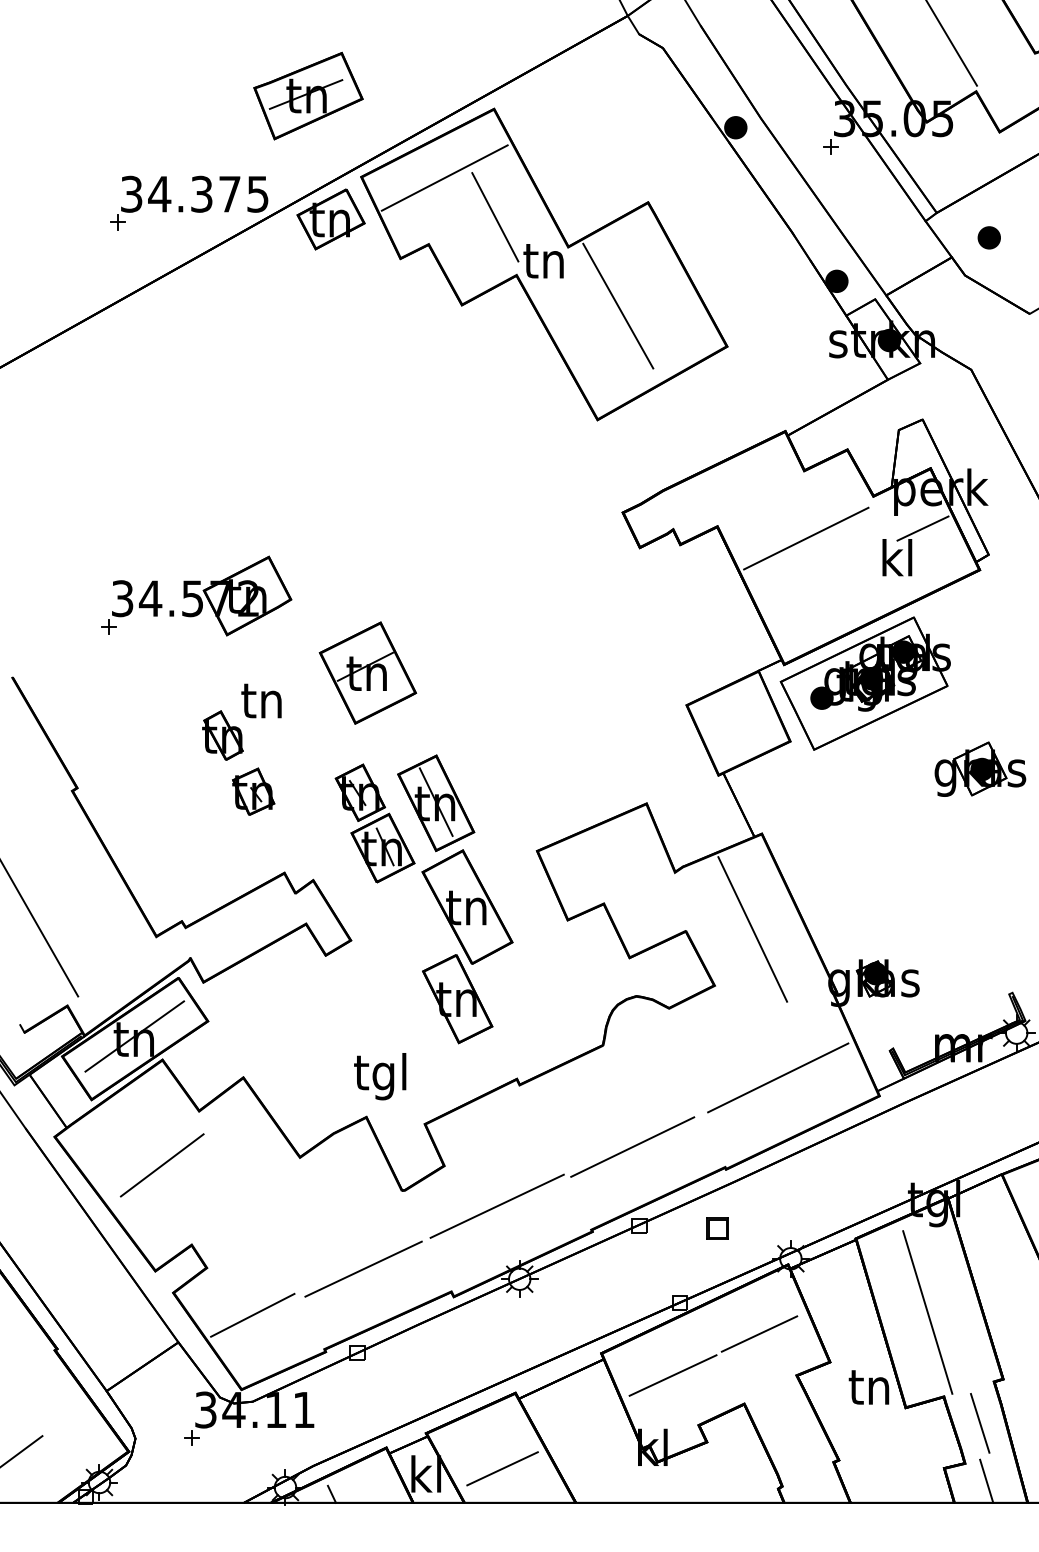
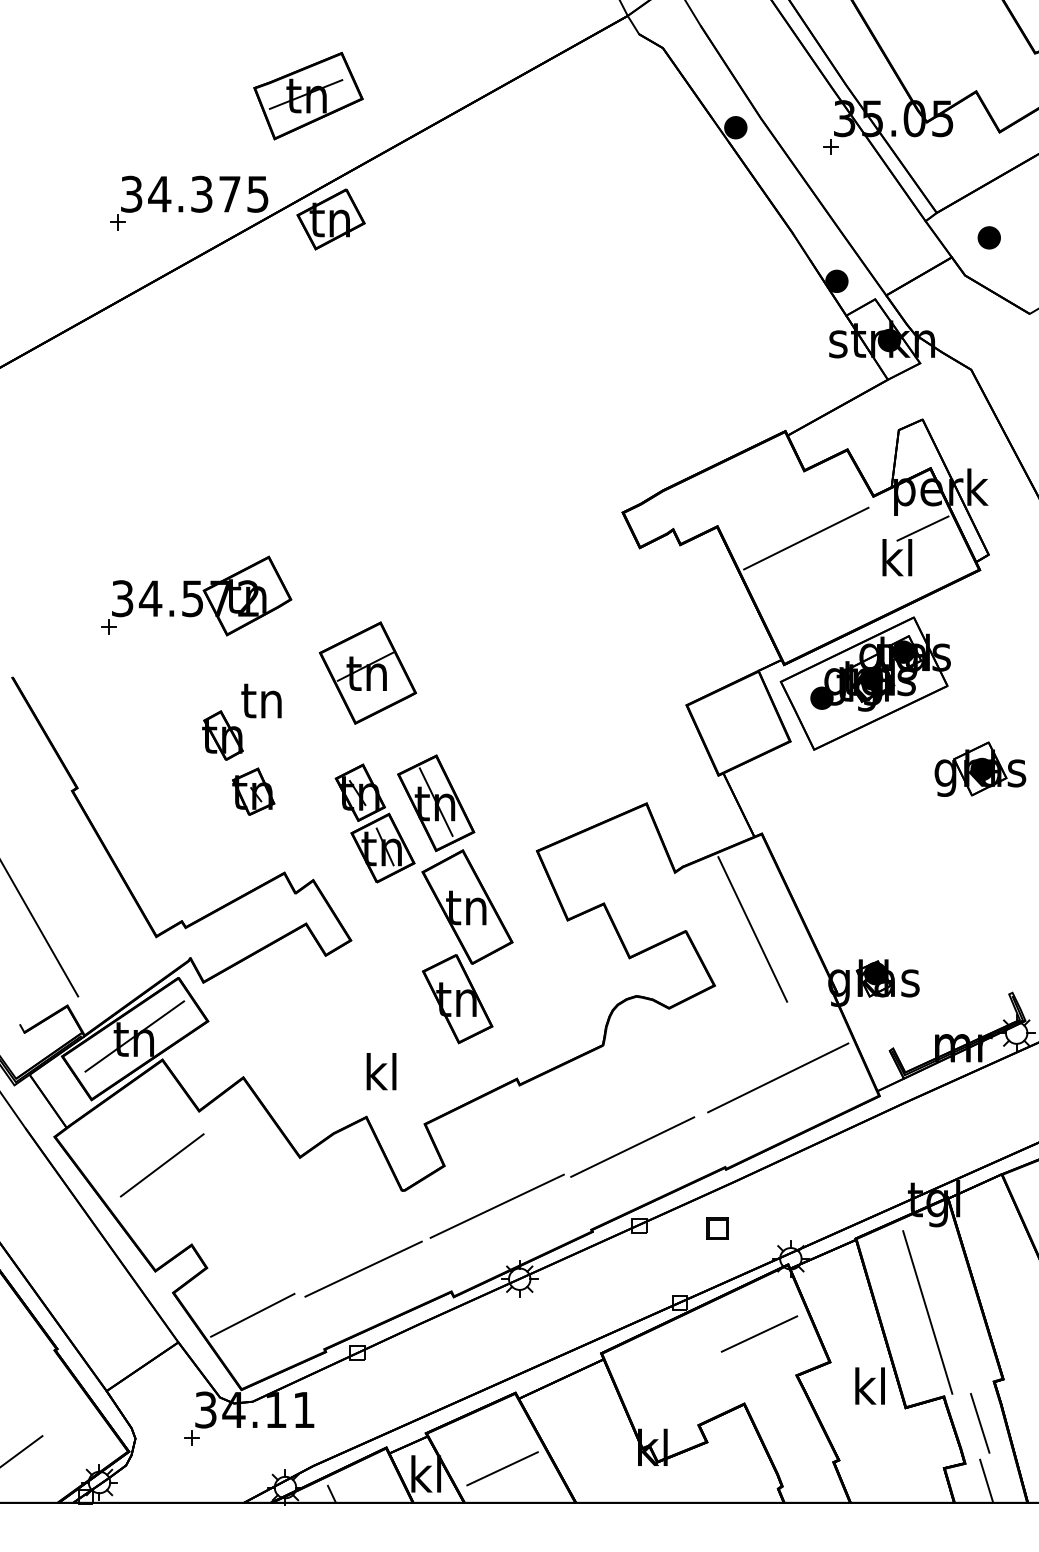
line at (952, 43): present -> none
part at (544, 264): present -> none
text at (380, 1076): tgl -> kl
line at (672, 1375): present -> none
text at (868, 1385): tn -> kl
